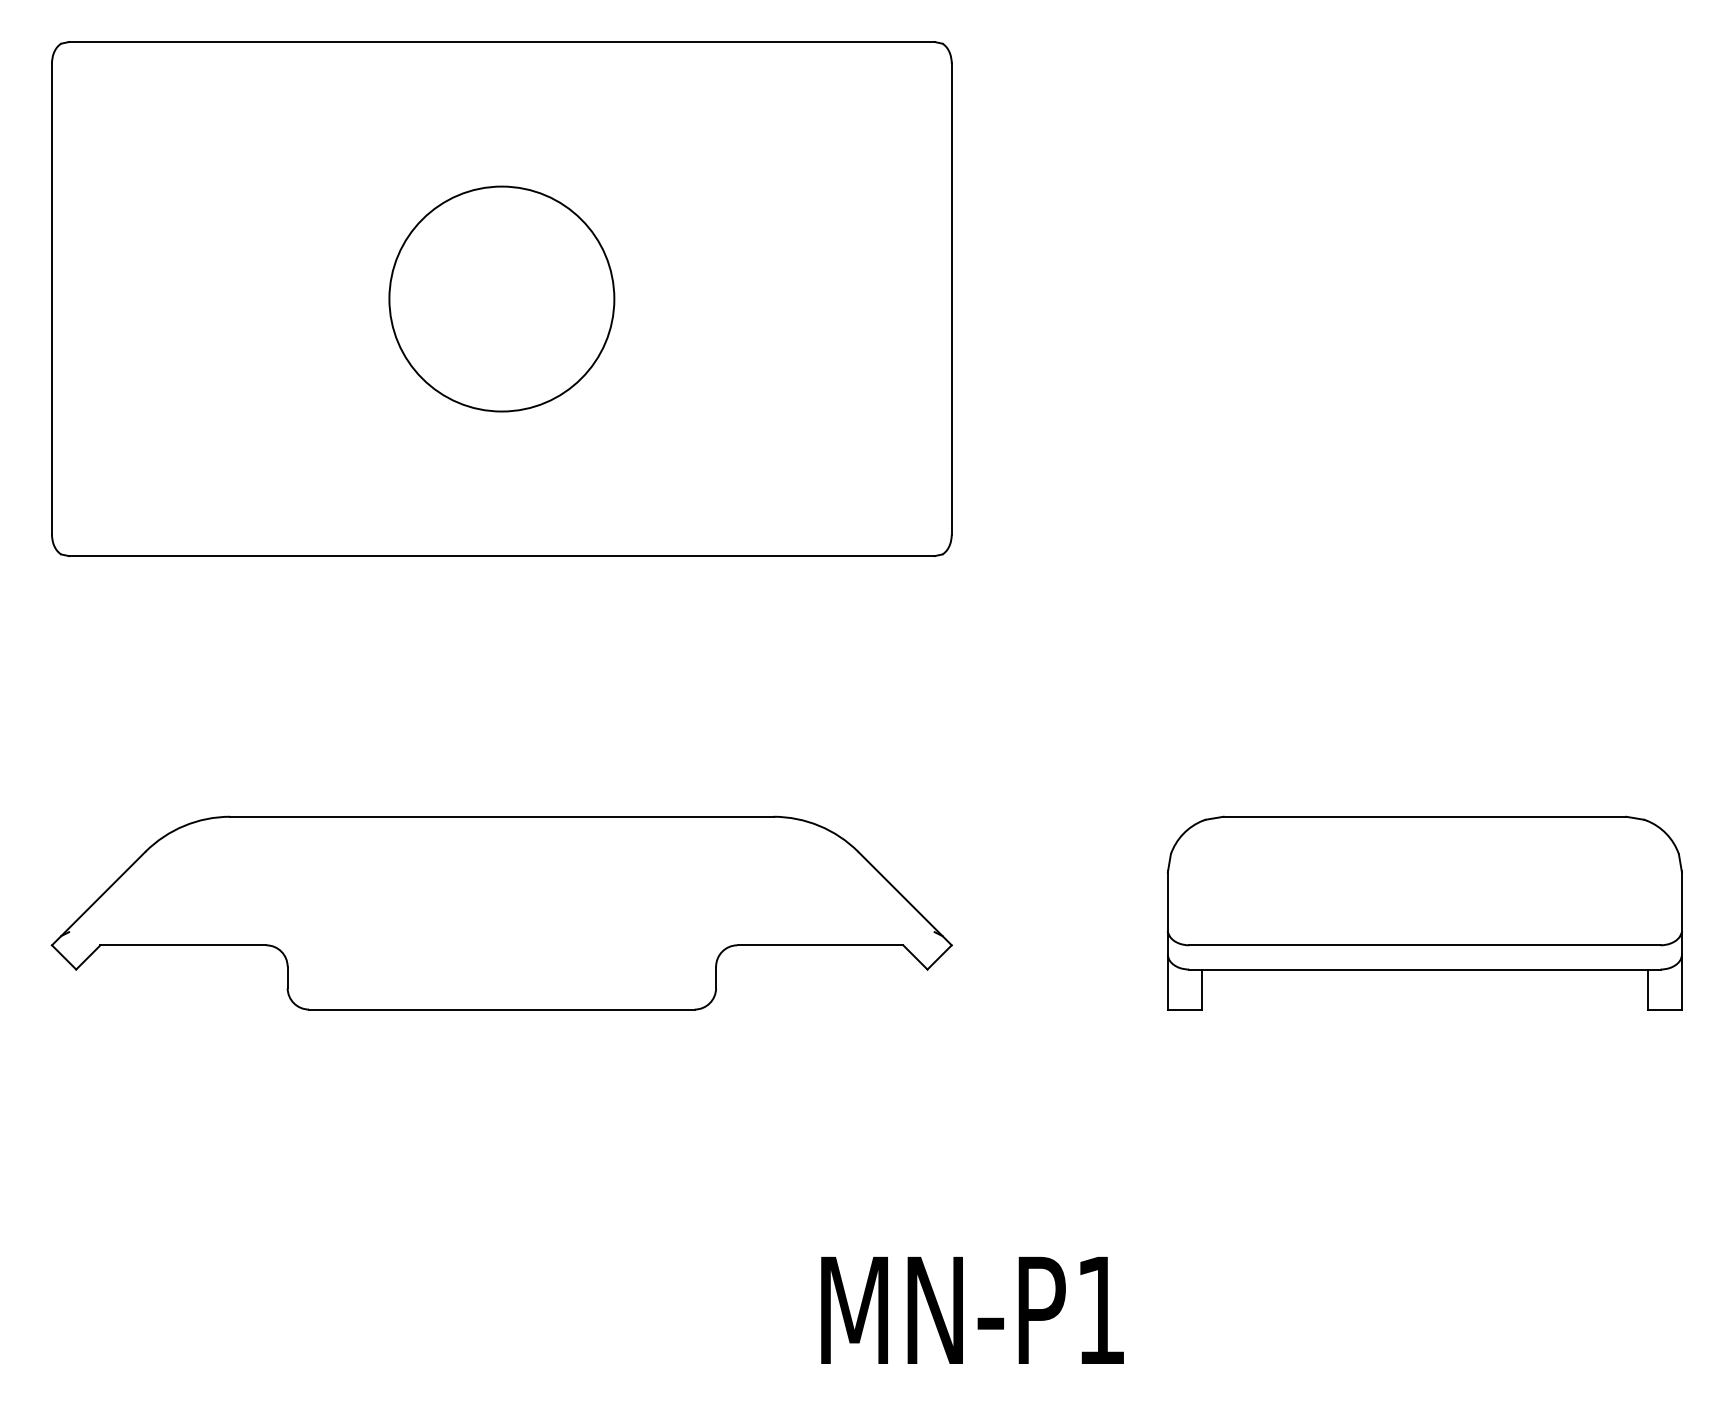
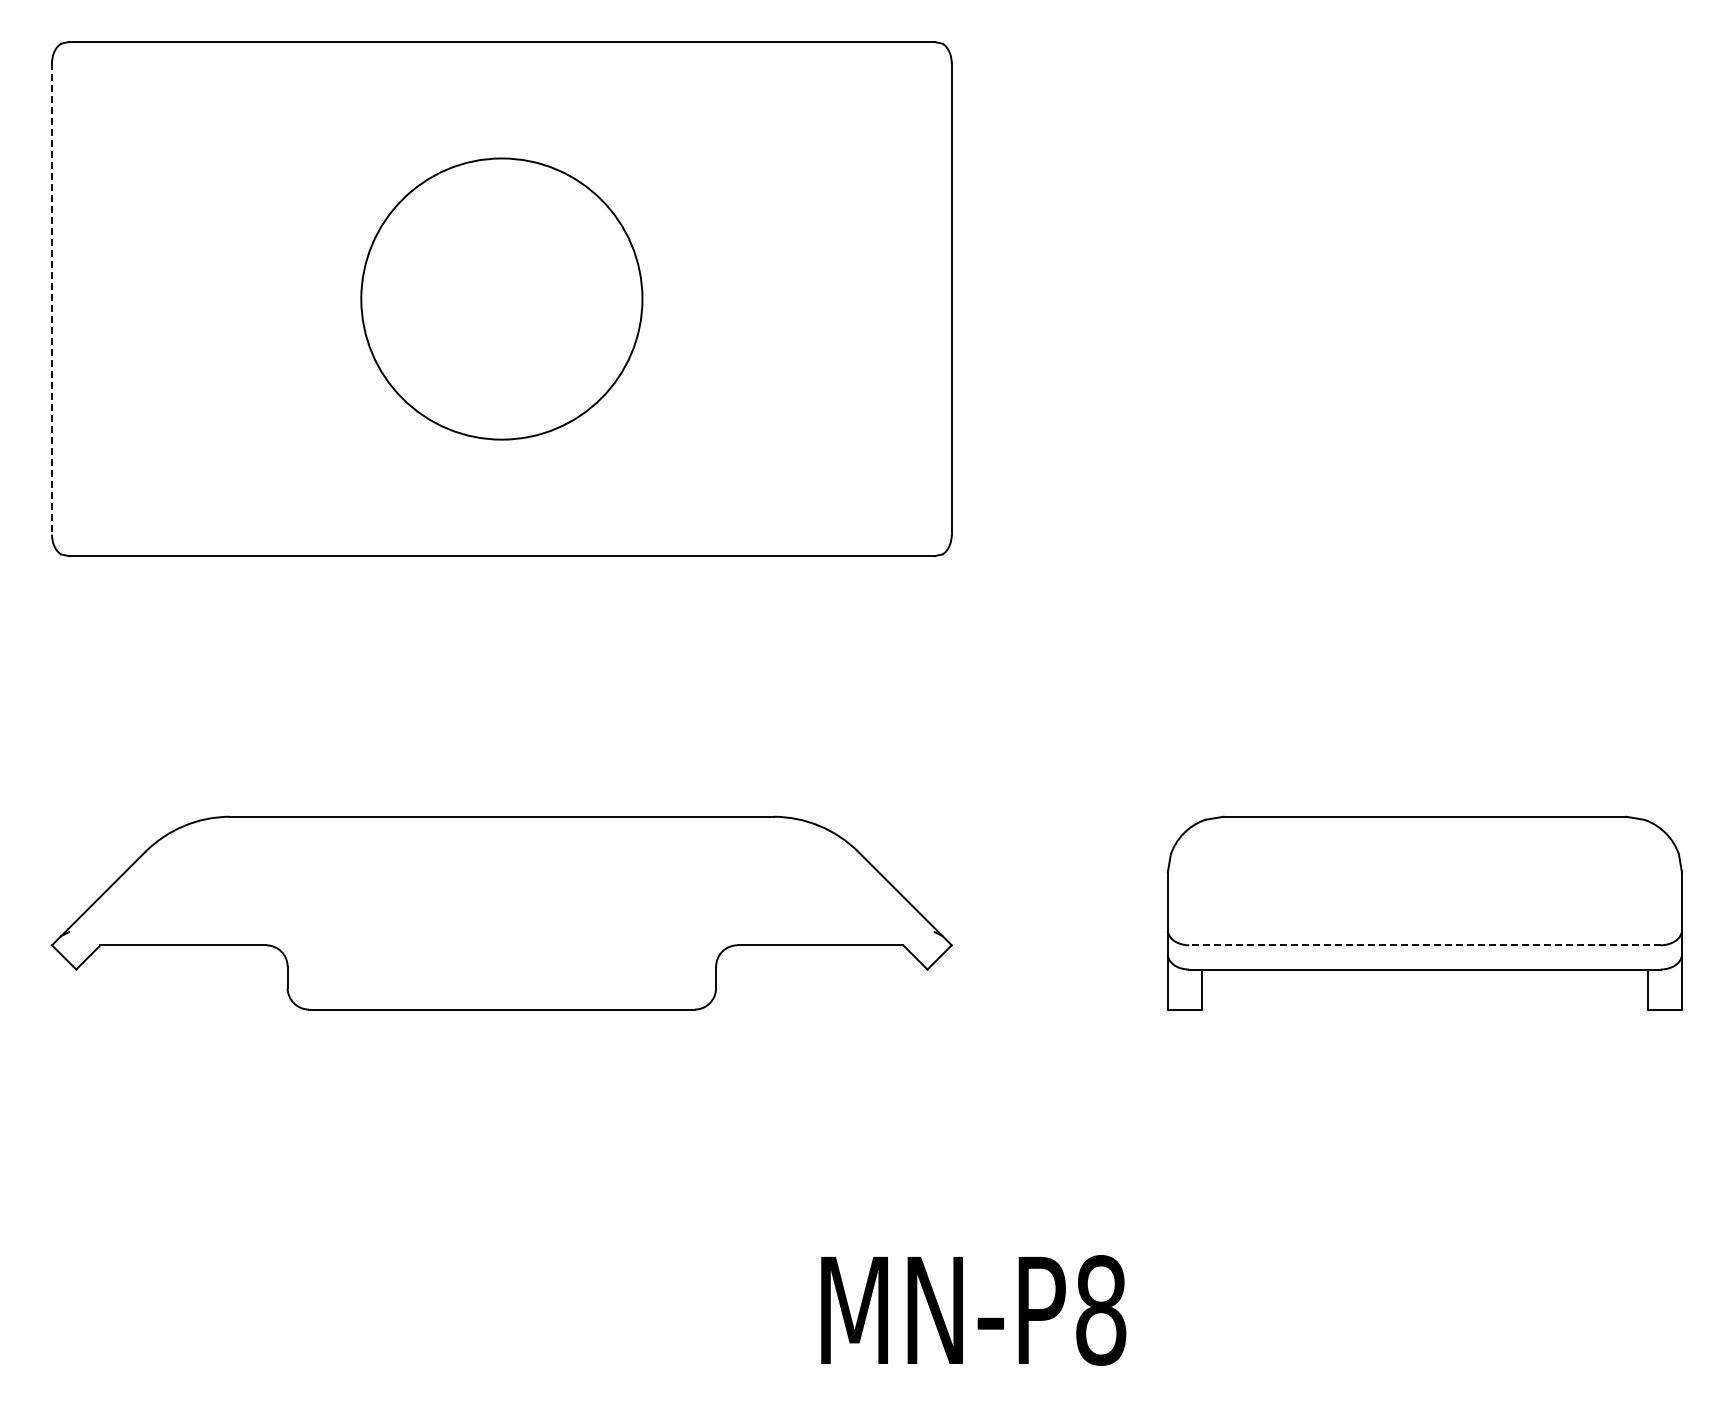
circle at (501, 298) diameter: 225 px -> 281 px
line at (52, 299): solid -> dashed
line at (1424, 945): solid -> dashed
text at (1101, 1310): MN-P1 -> MN-P8
